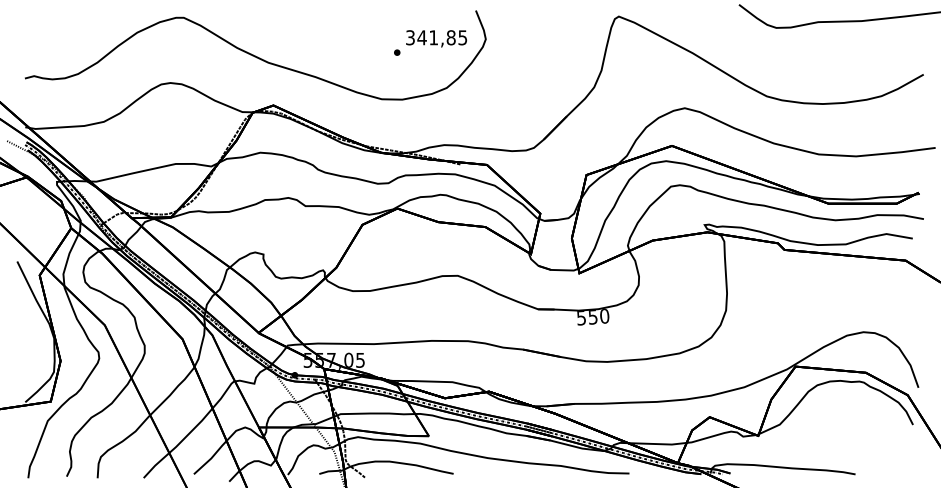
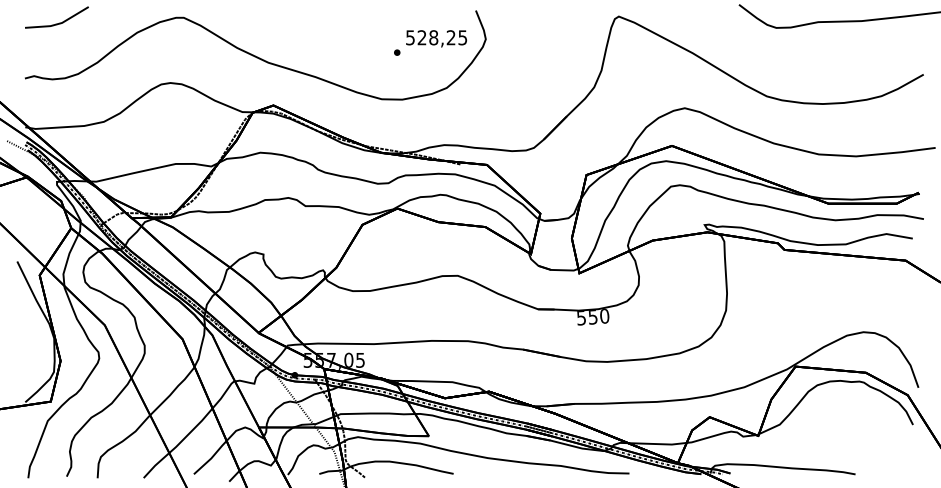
line at (59, 22): none -> present
text at (430, 37): 341,85 -> 528,25
